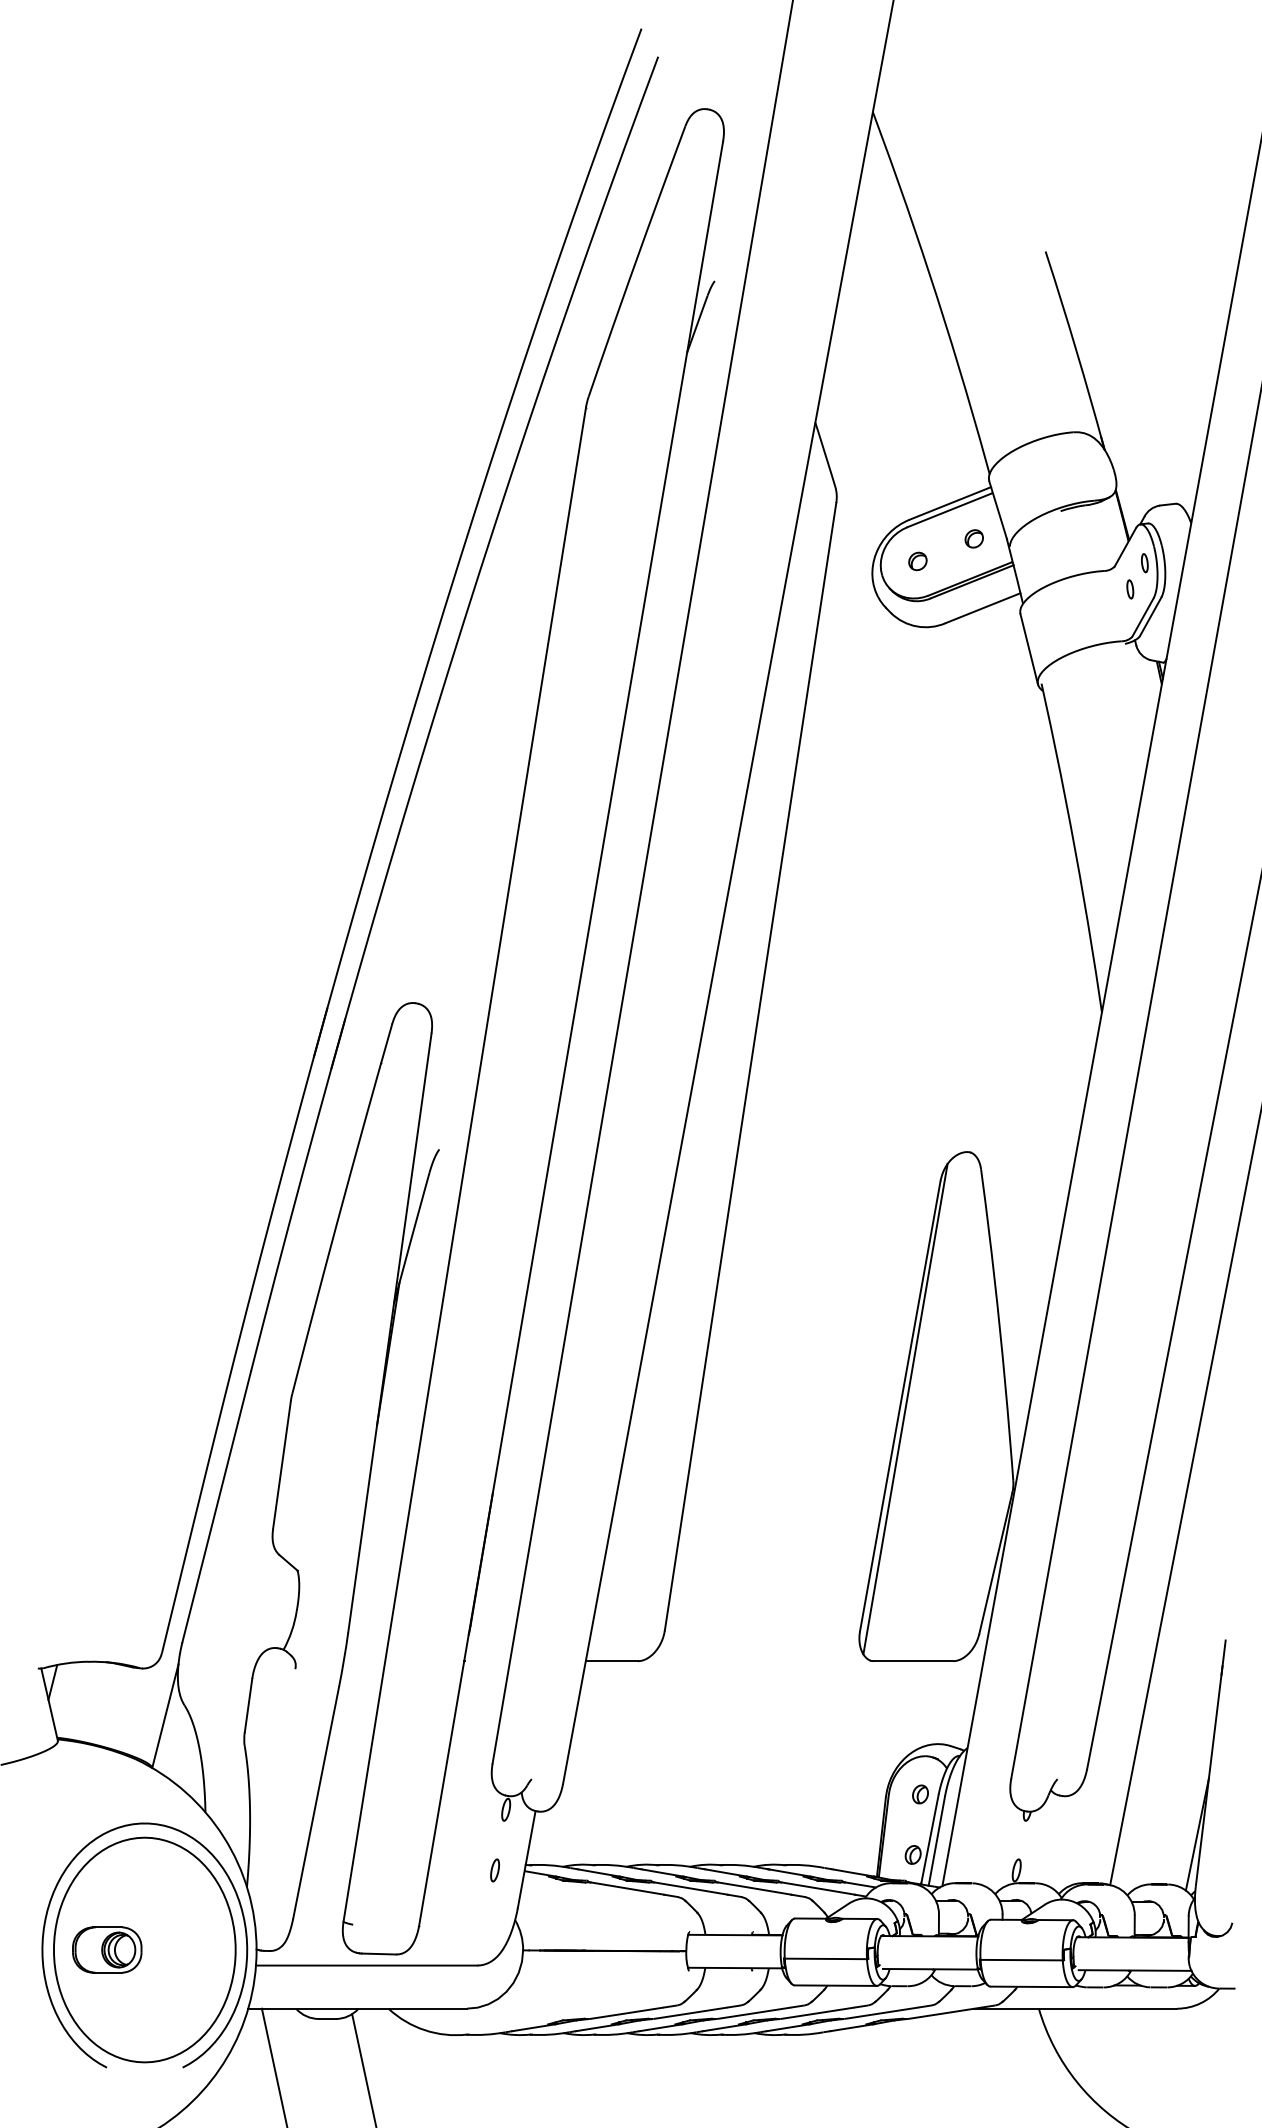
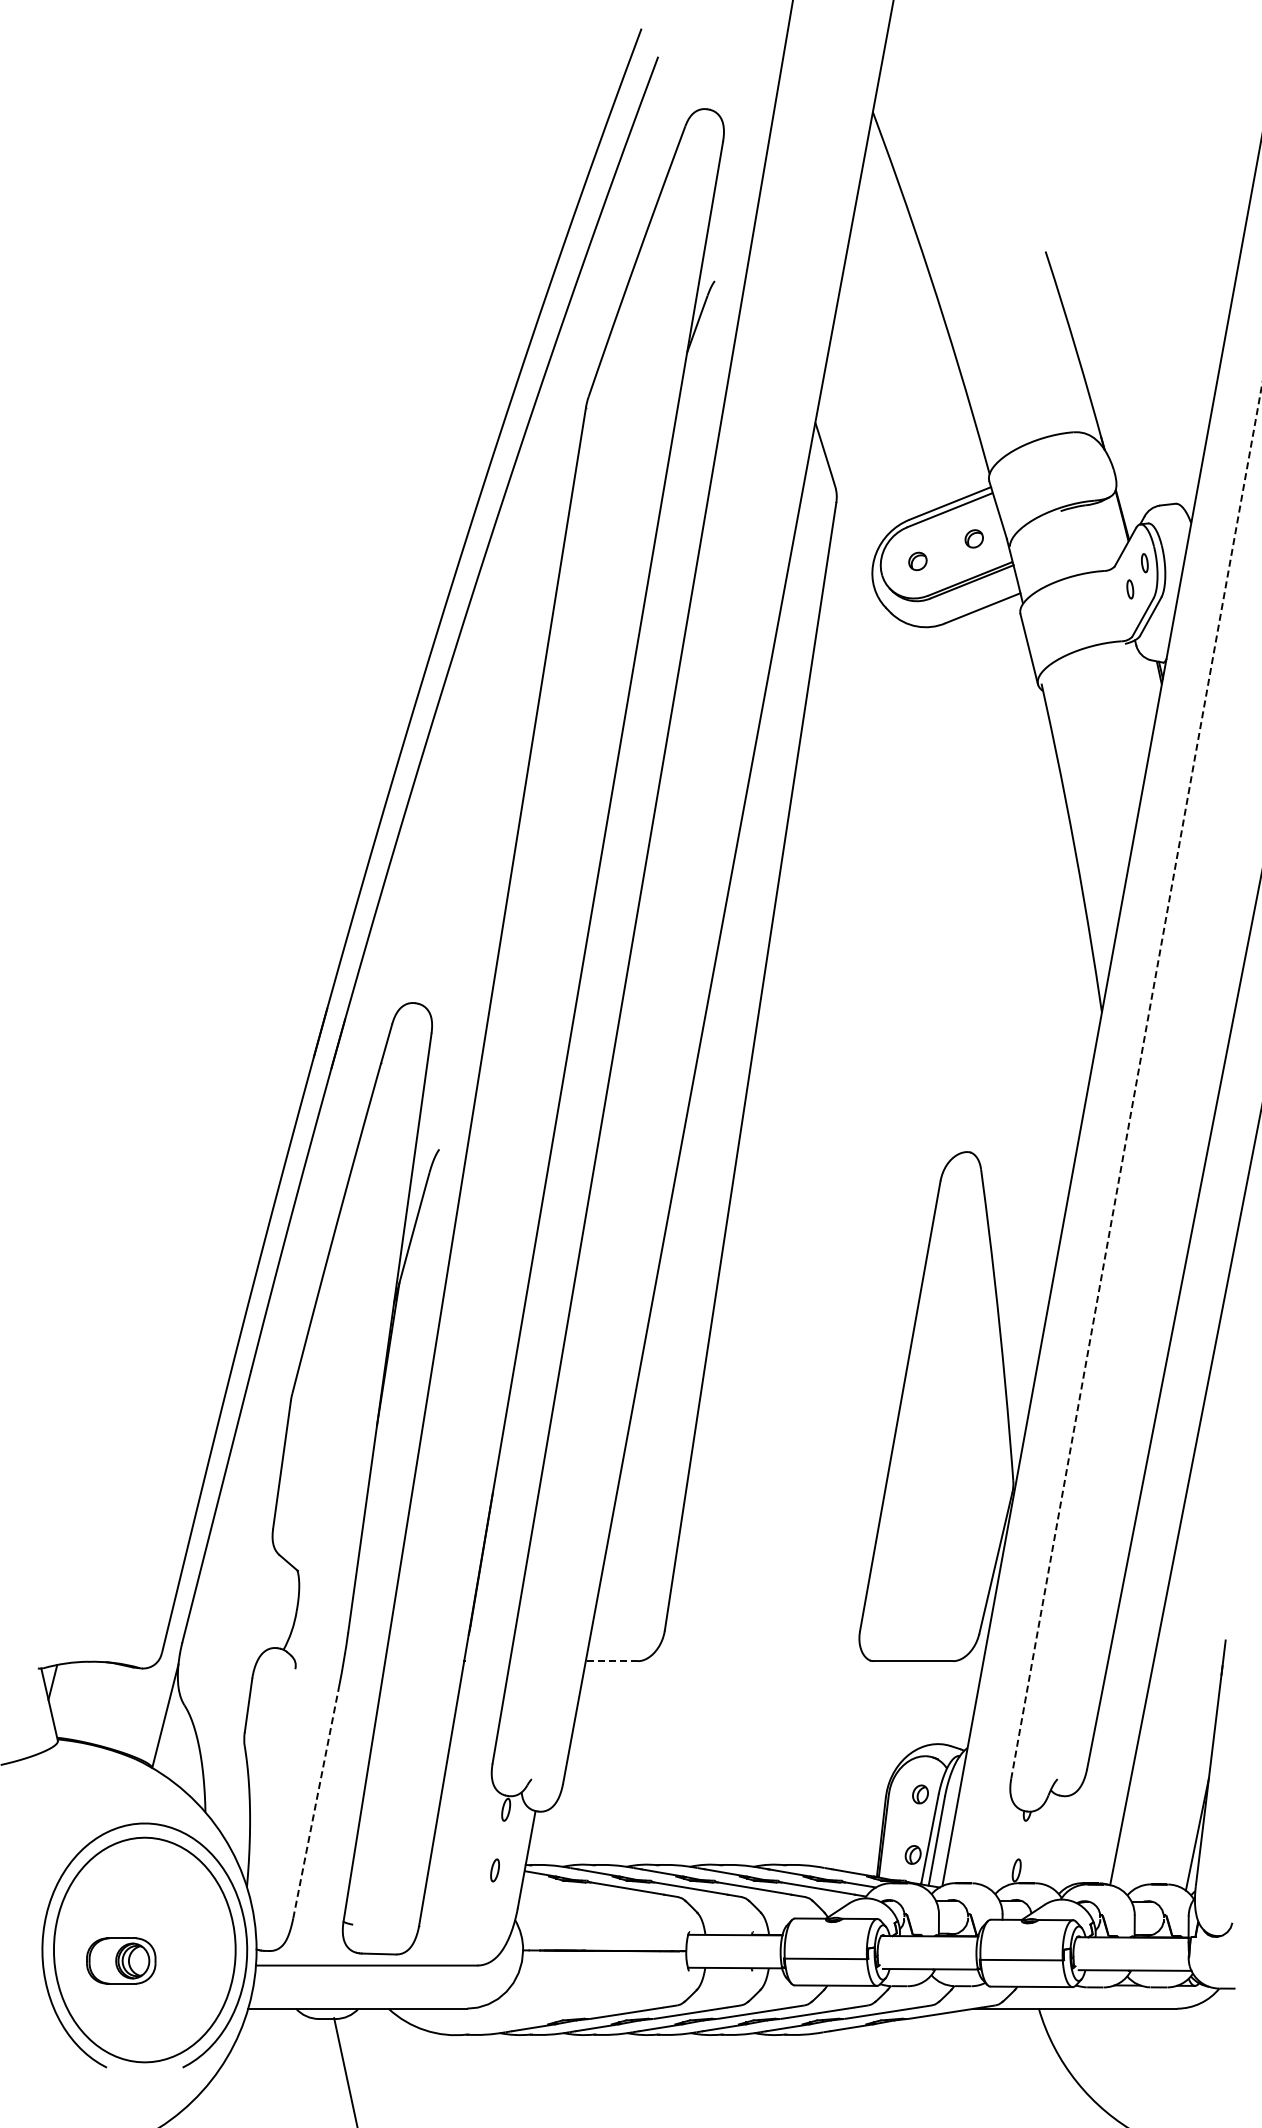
line at (1136, 1081): solid -> dashed
line at (905, 1408): present -> none
line at (611, 1661): solid -> dashed
line at (316, 1802): solid -> dashed
part at (107, 1949) position: (107, 1949) -> (121, 1960)
line at (273, 2066): present -> none
line at (363, 2069) position: (363, 2069) -> (345, 2071)
